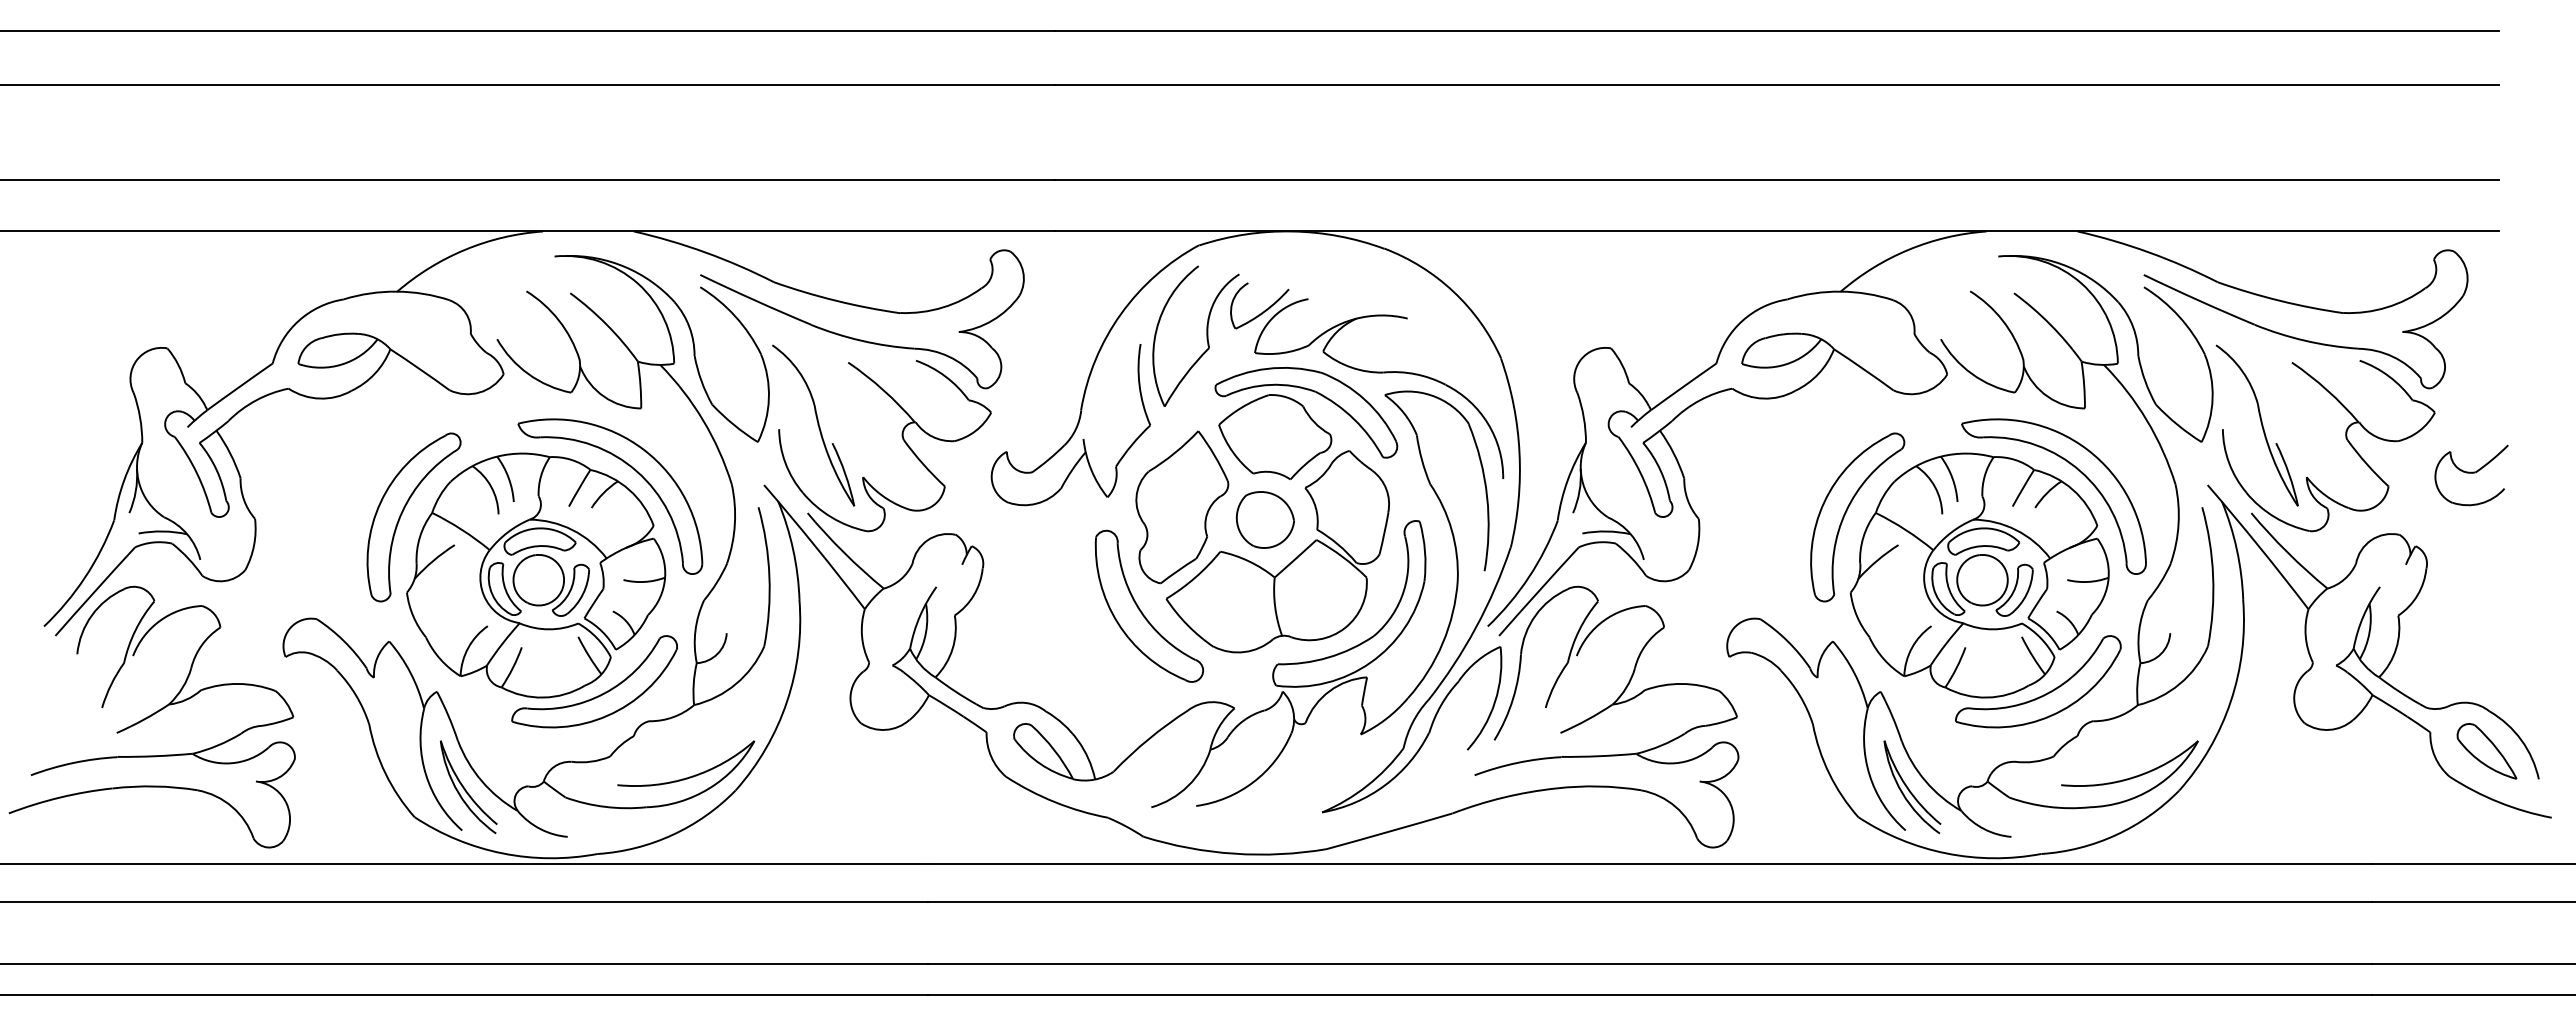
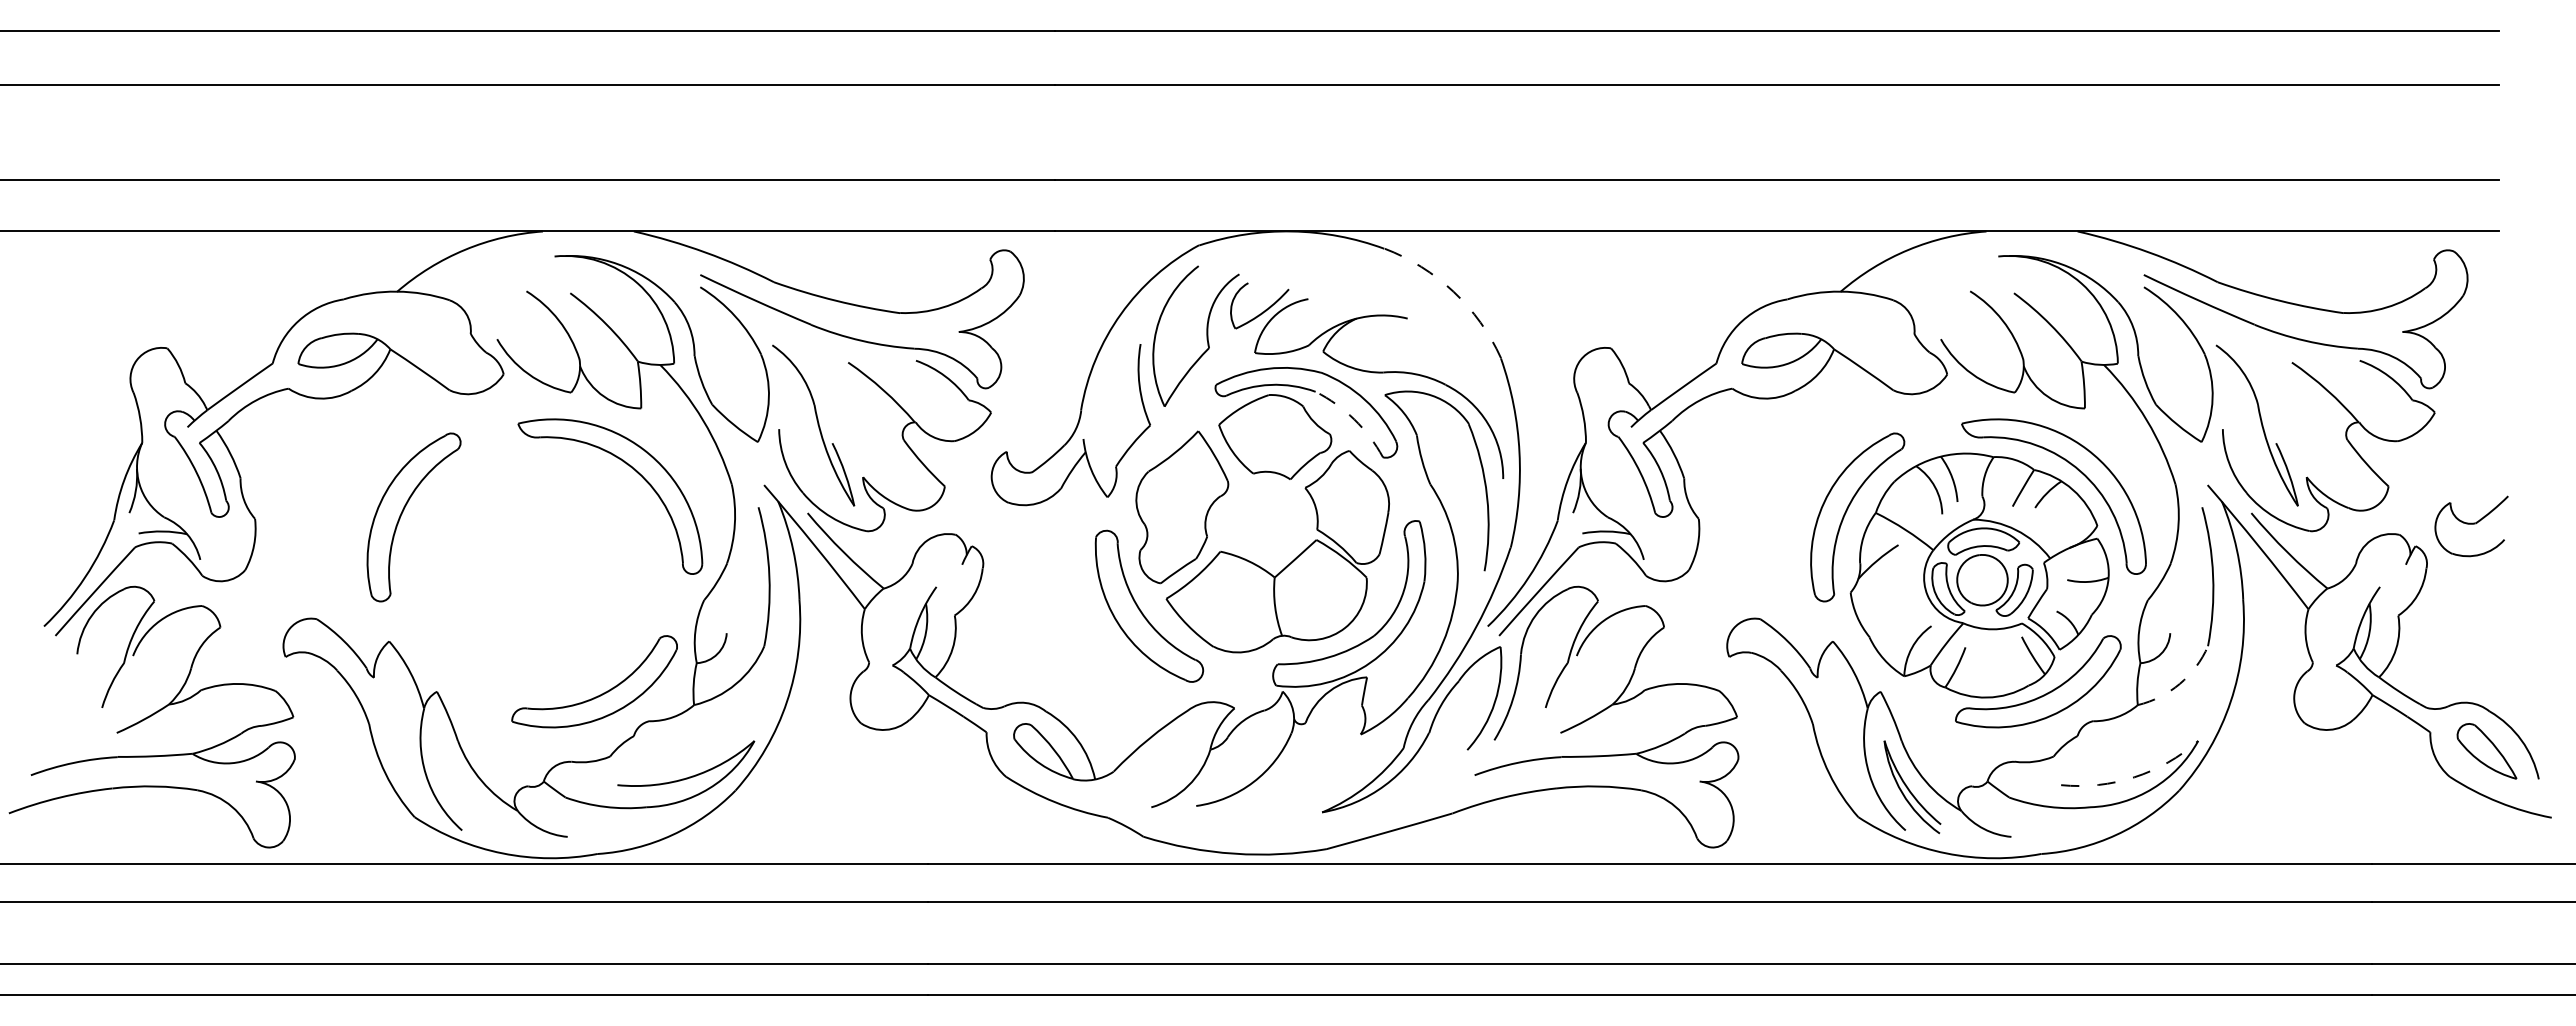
arc at (1453, 291): solid -> dashed
arc at (1354, 419): solid -> dashed
part at (2471, 475) position: (2471, 475) -> (2471, 526)
part at (1264, 519): present -> none
part at (536, 575): present -> none
arc at (2179, 683): solid -> dashed
arc at (2134, 777): solid -> dashed
part at (468, 787): present -> none
